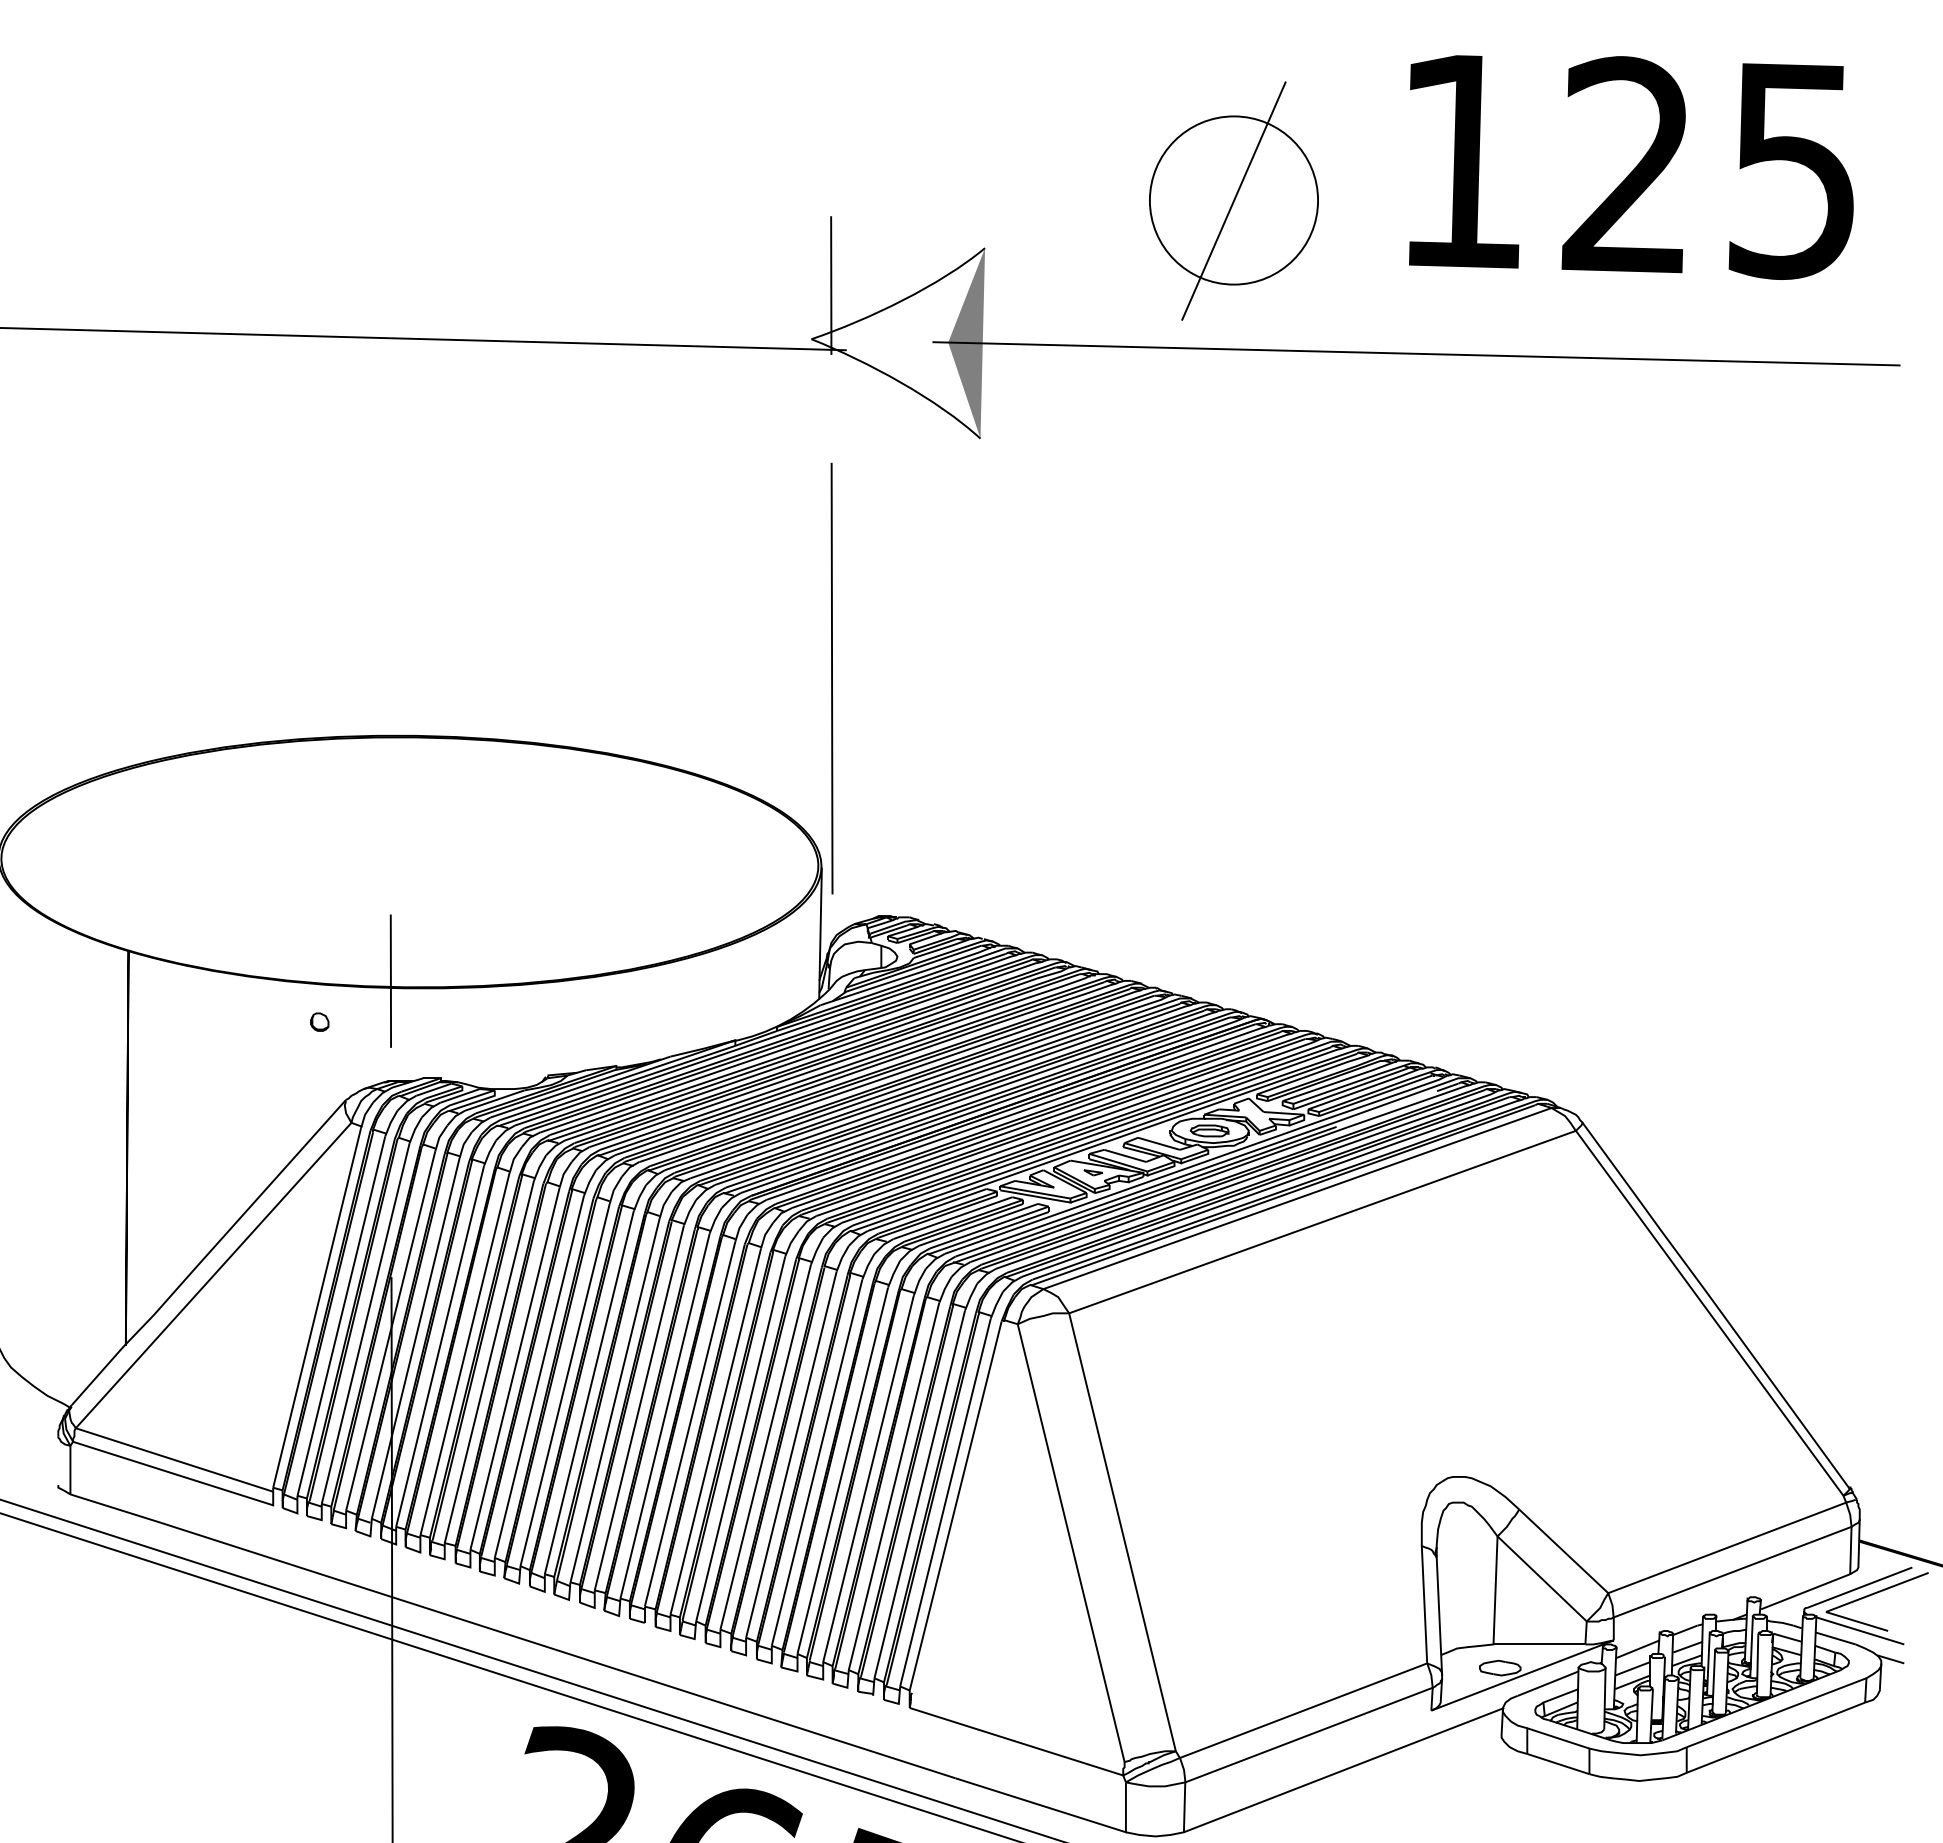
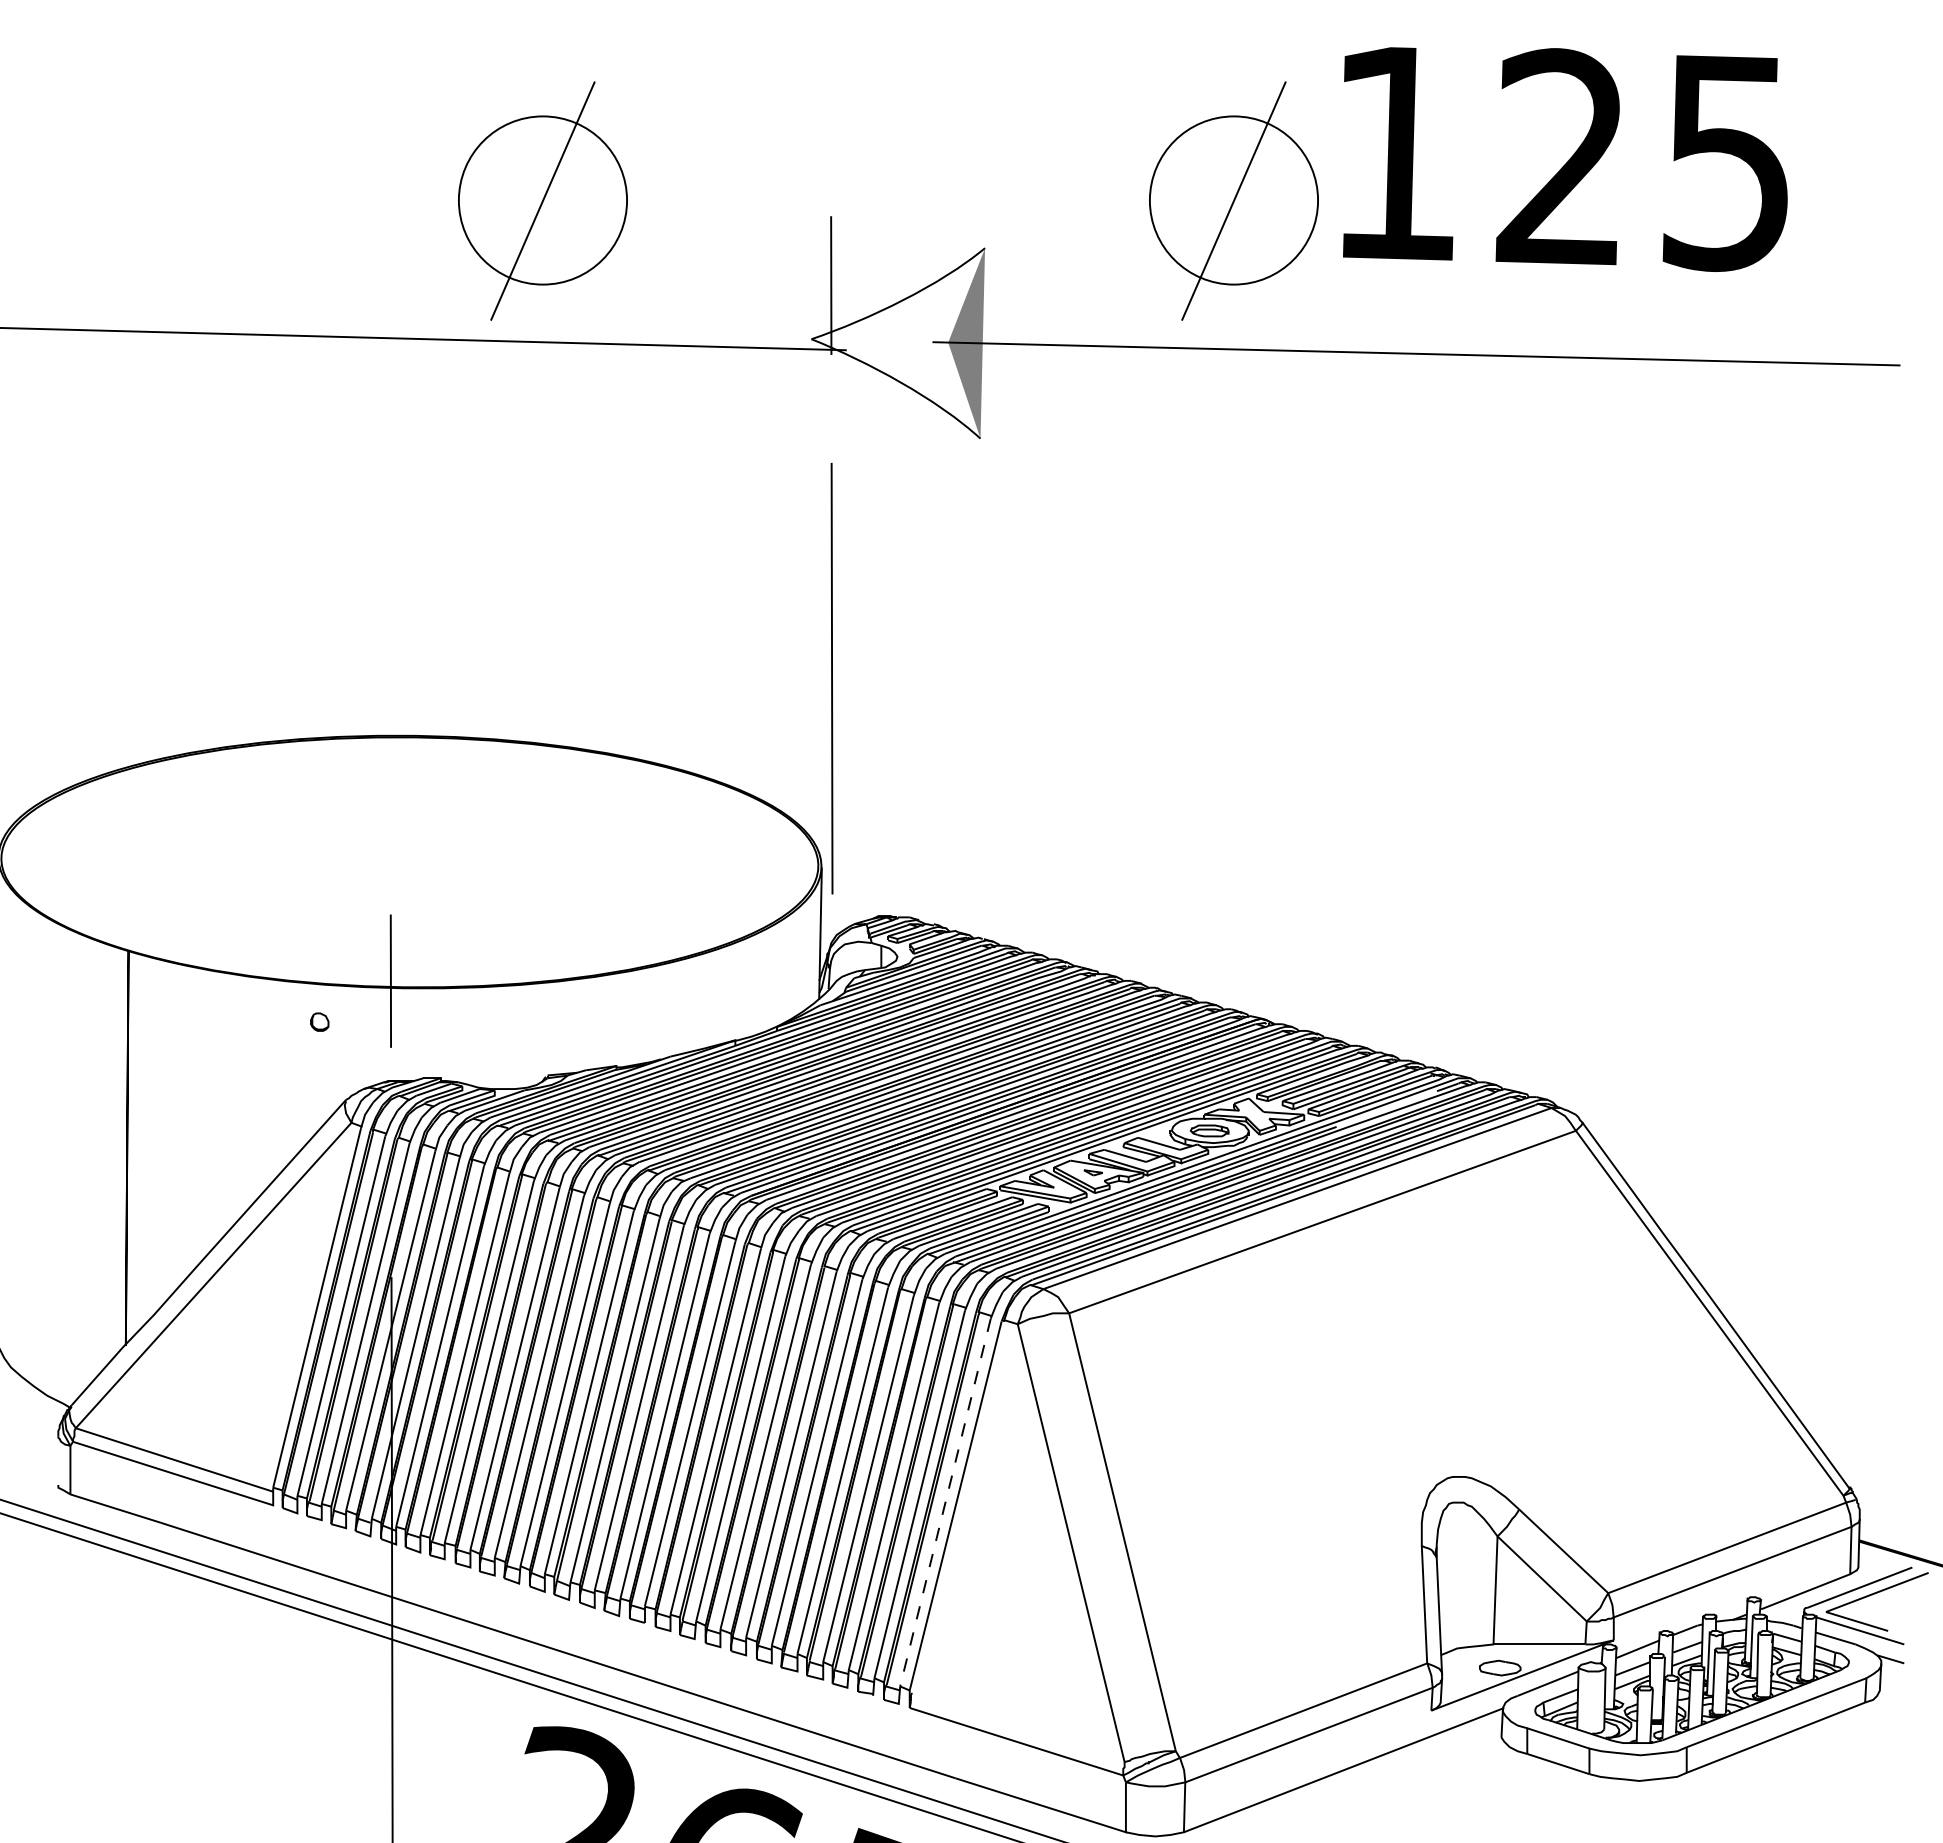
text at (1631, 167) position: (1631, 167) -> (1565, 159)
part at (542, 200): none -> present
line at (945, 1503): solid -> dashed
